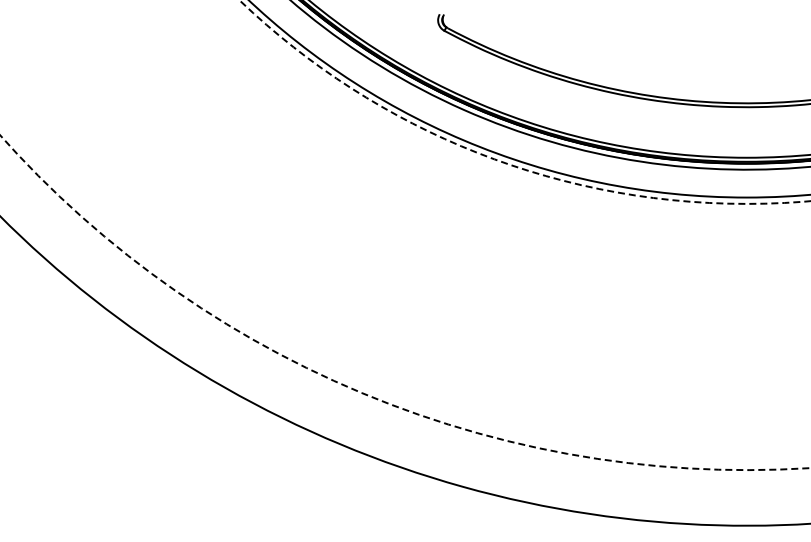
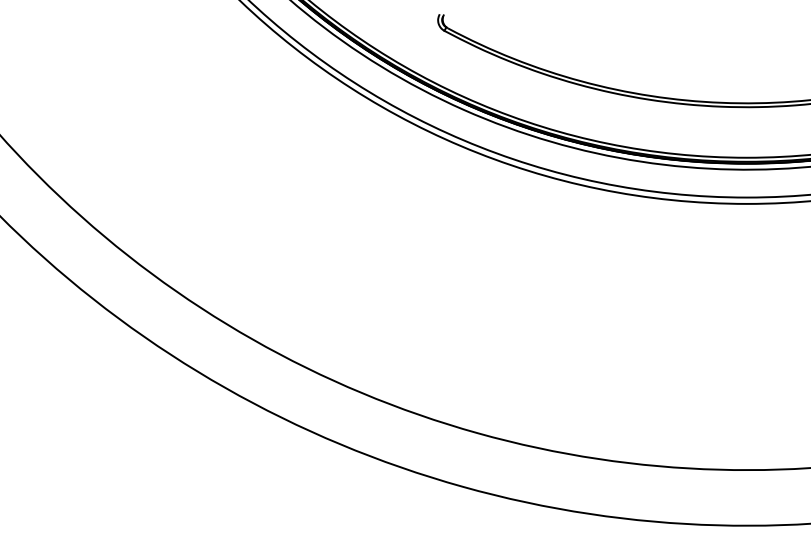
circle at (524, 101): dashed -> solid
arc at (364, 394): dashed -> solid
